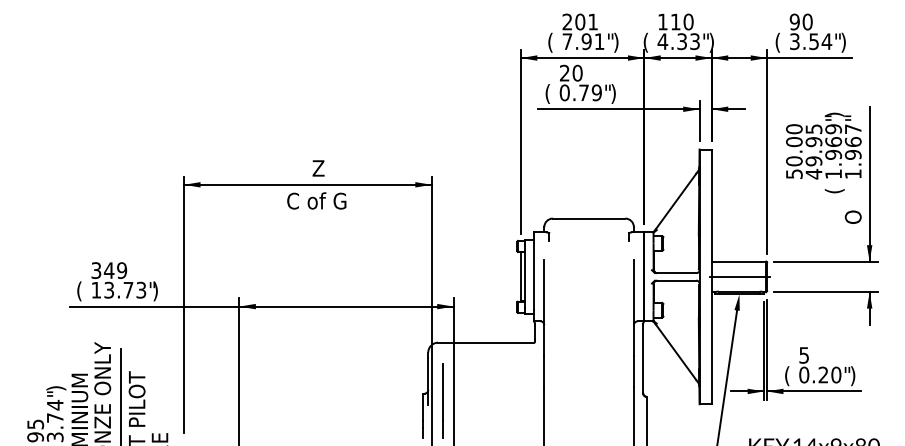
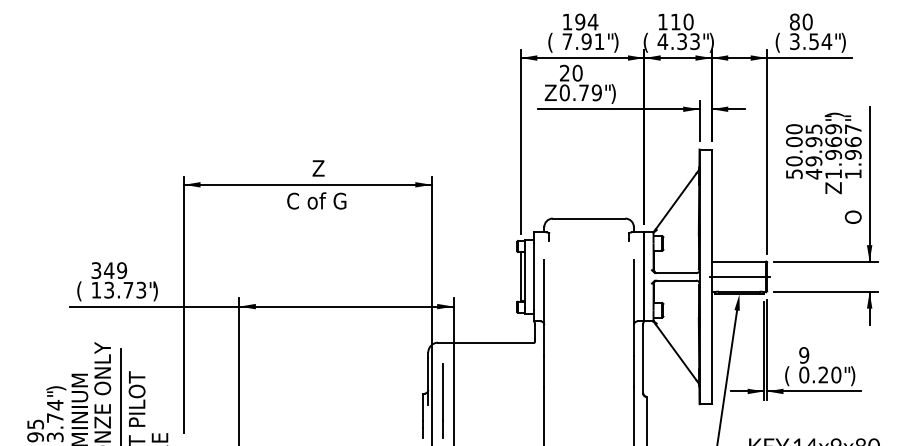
text at (580, 21): 201 -> 194
text at (794, 21): 90 -> 80
text at (550, 93): ( -> Z
text at (834, 188): ( -> Z
text at (804, 355): 5 -> 9
